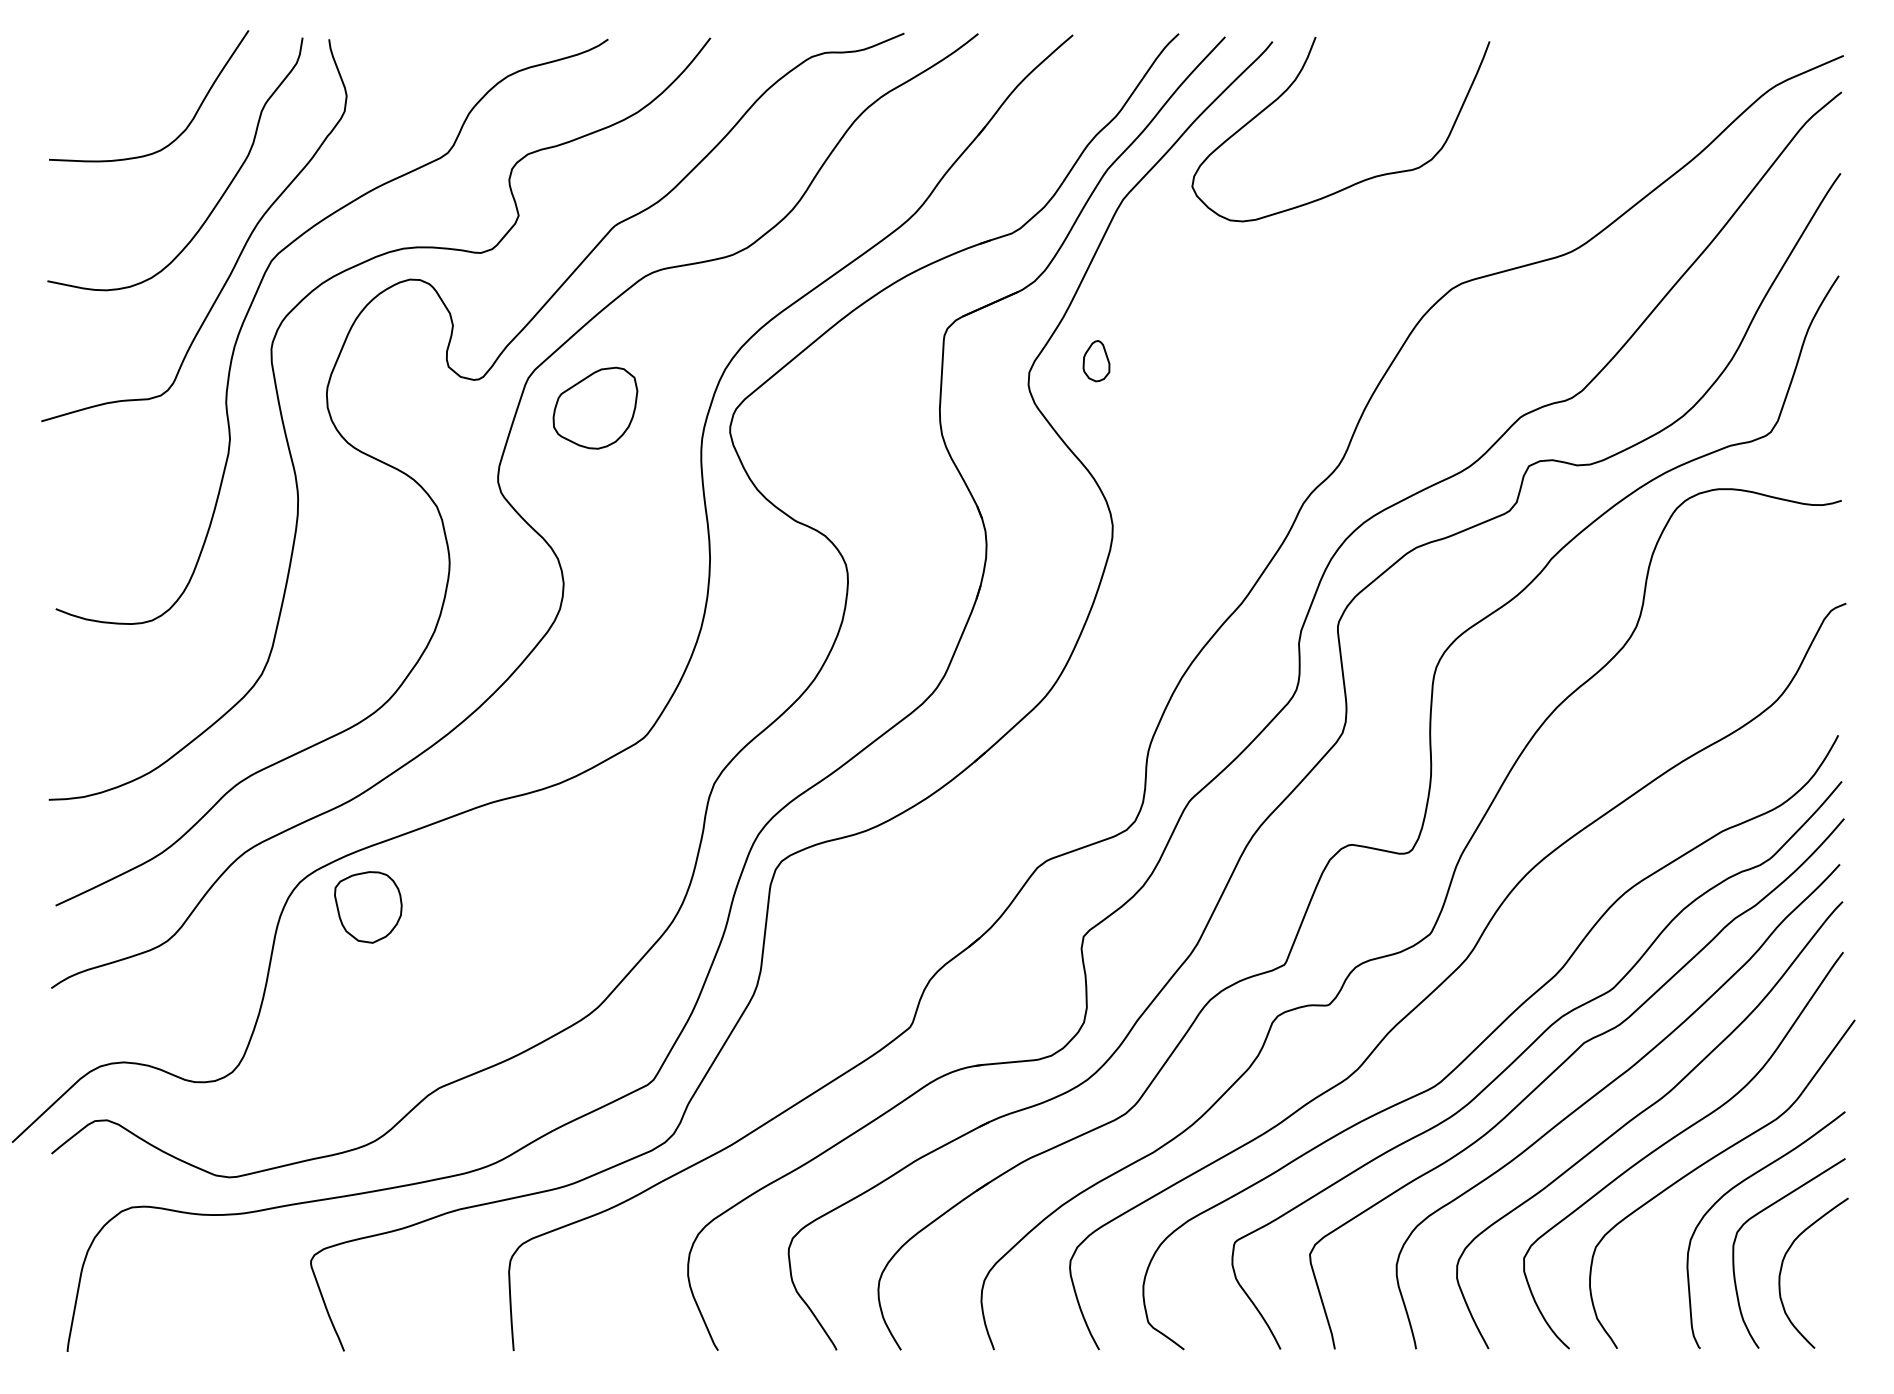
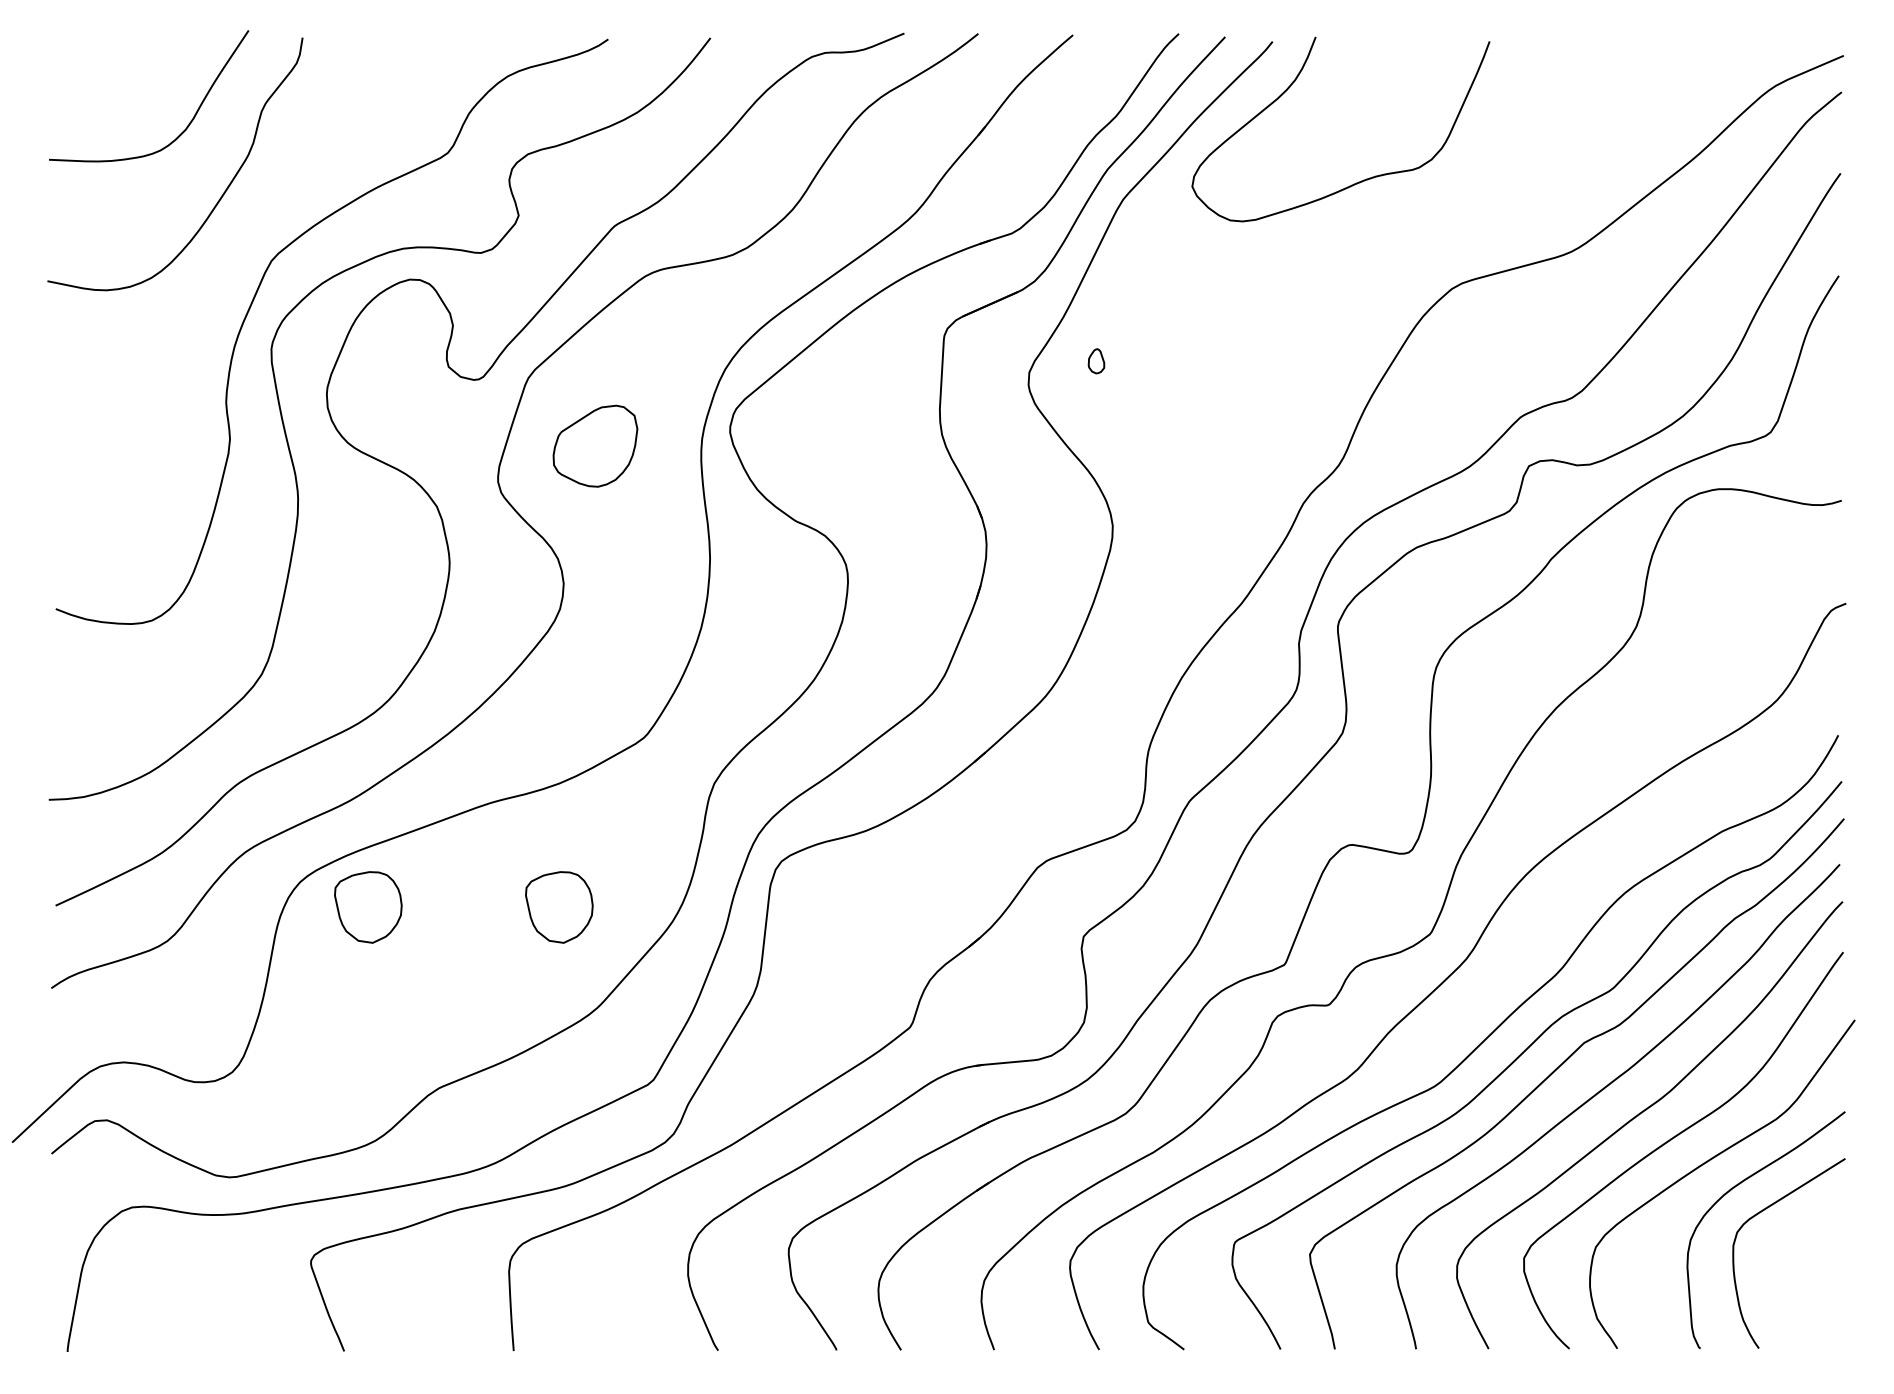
curve at (240, 252): present -> none
part at (1096, 361) size: 29x43 px -> 19x27 px
part at (595, 407) position: (595, 407) -> (595, 445)
part at (559, 907): none -> present
curve at (1782, 1268): present -> none
